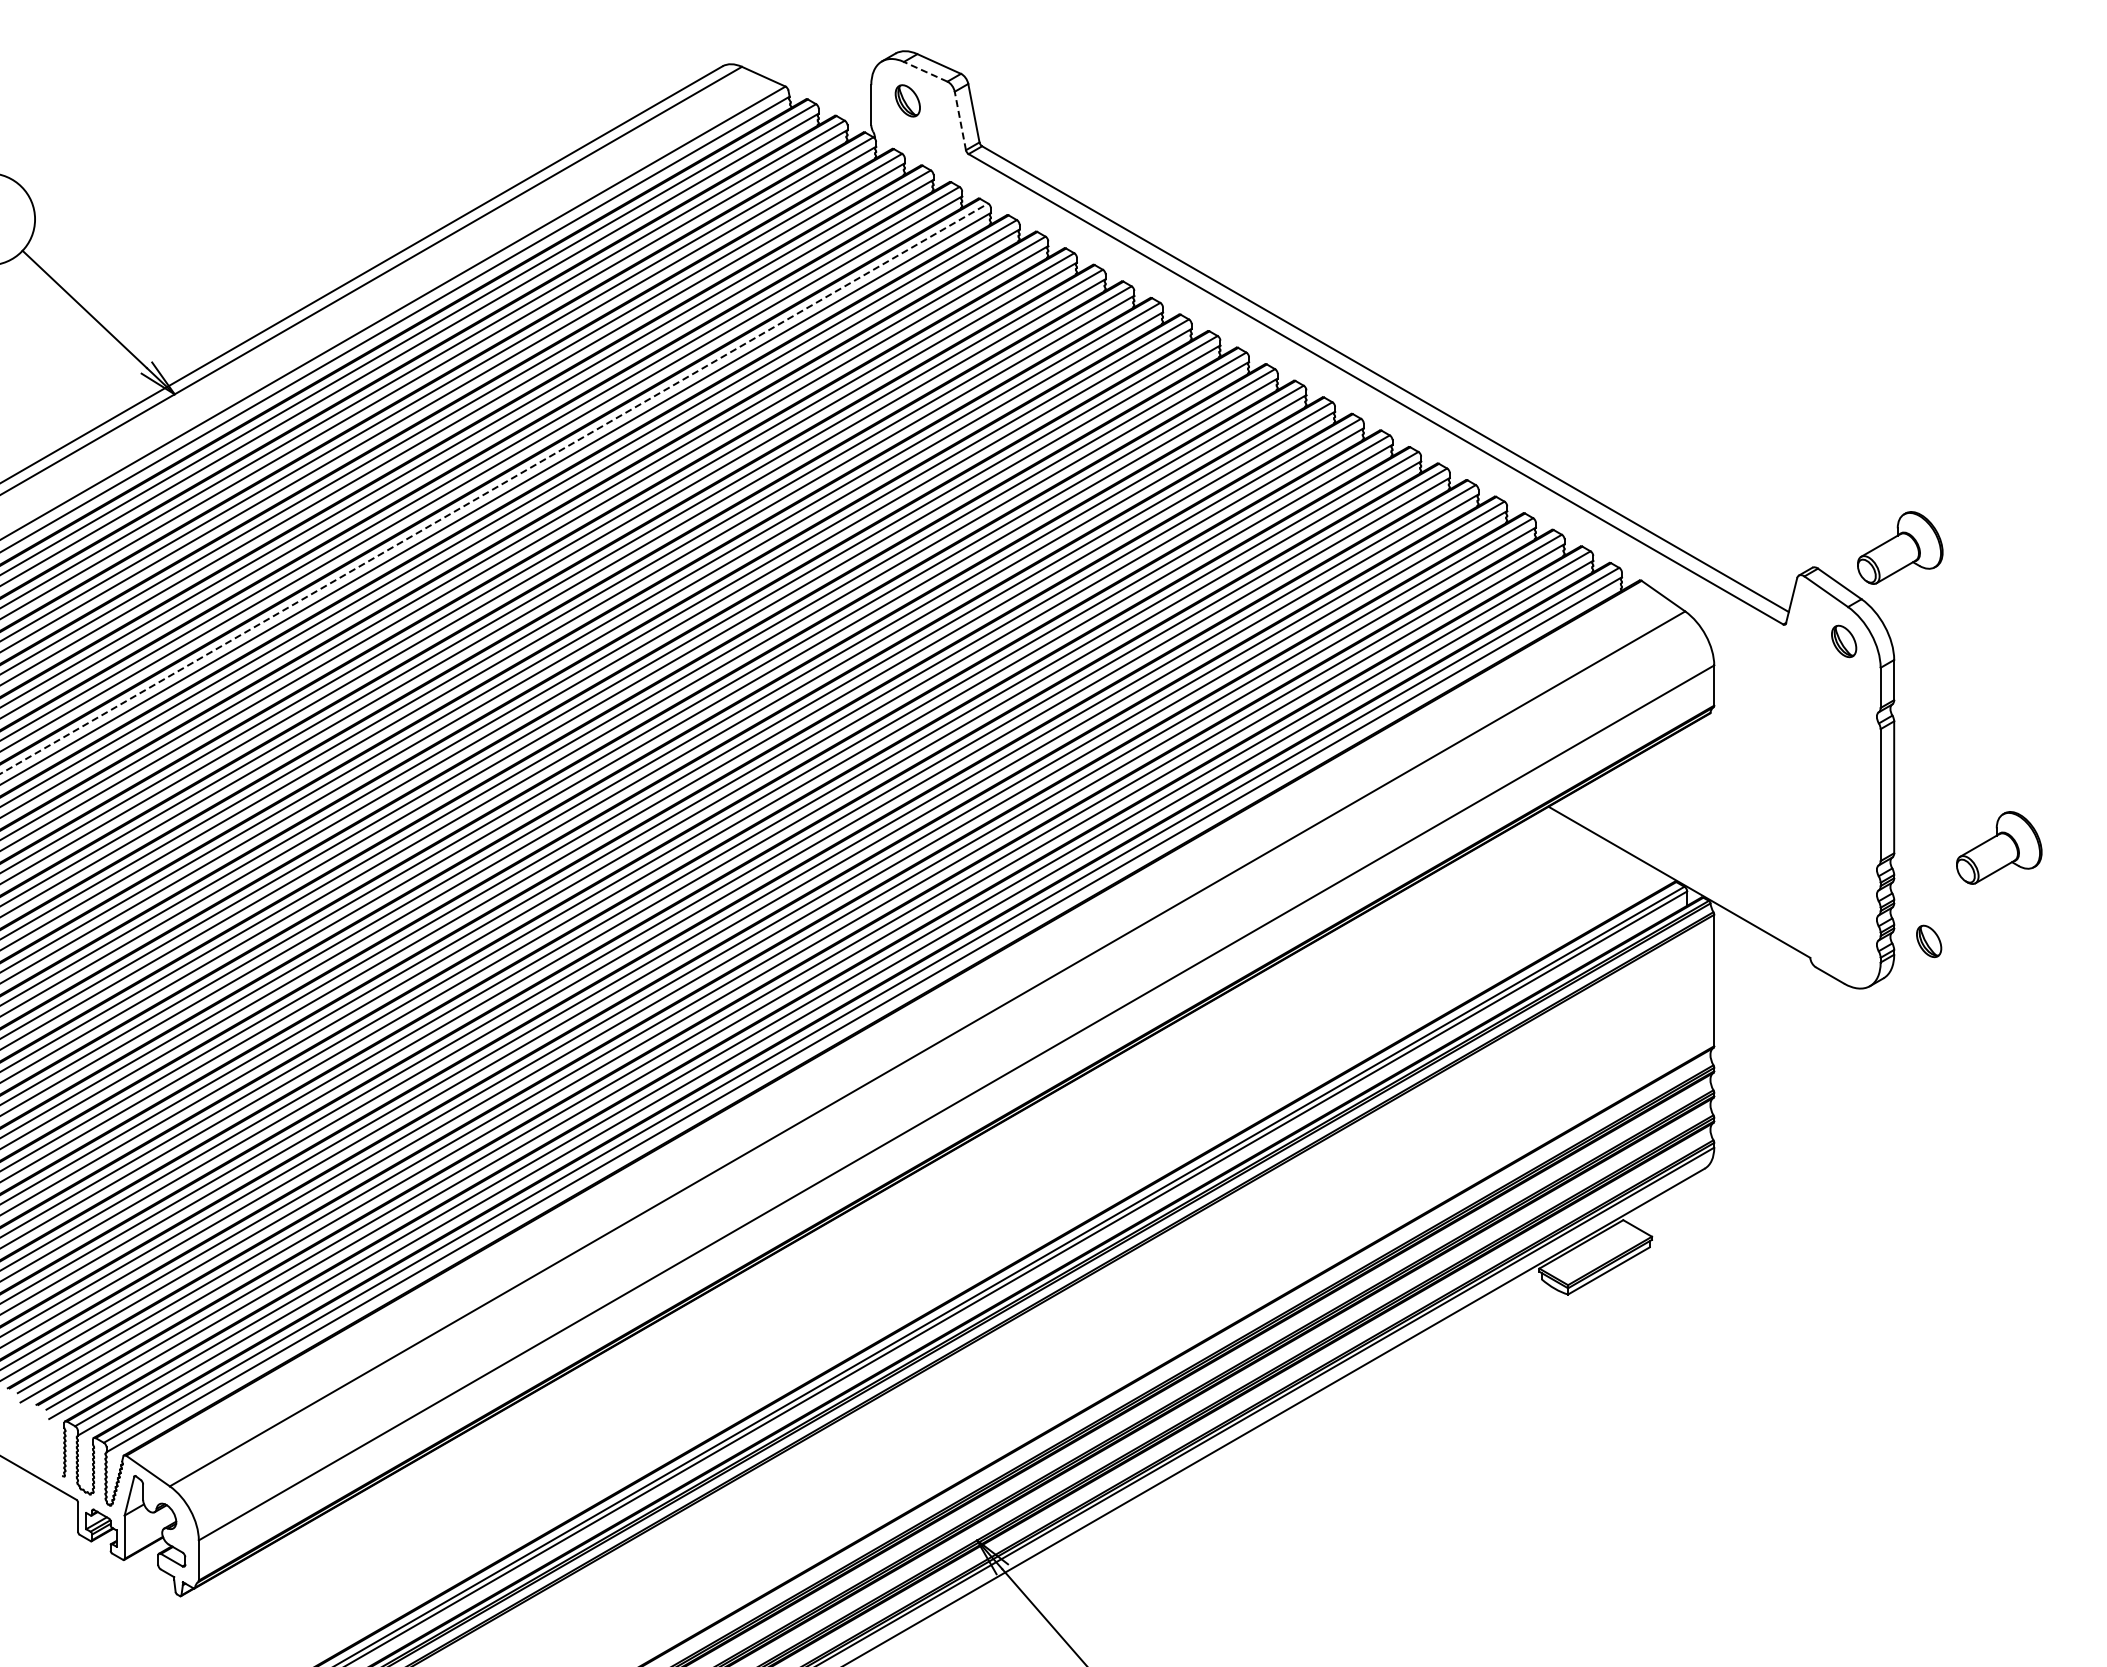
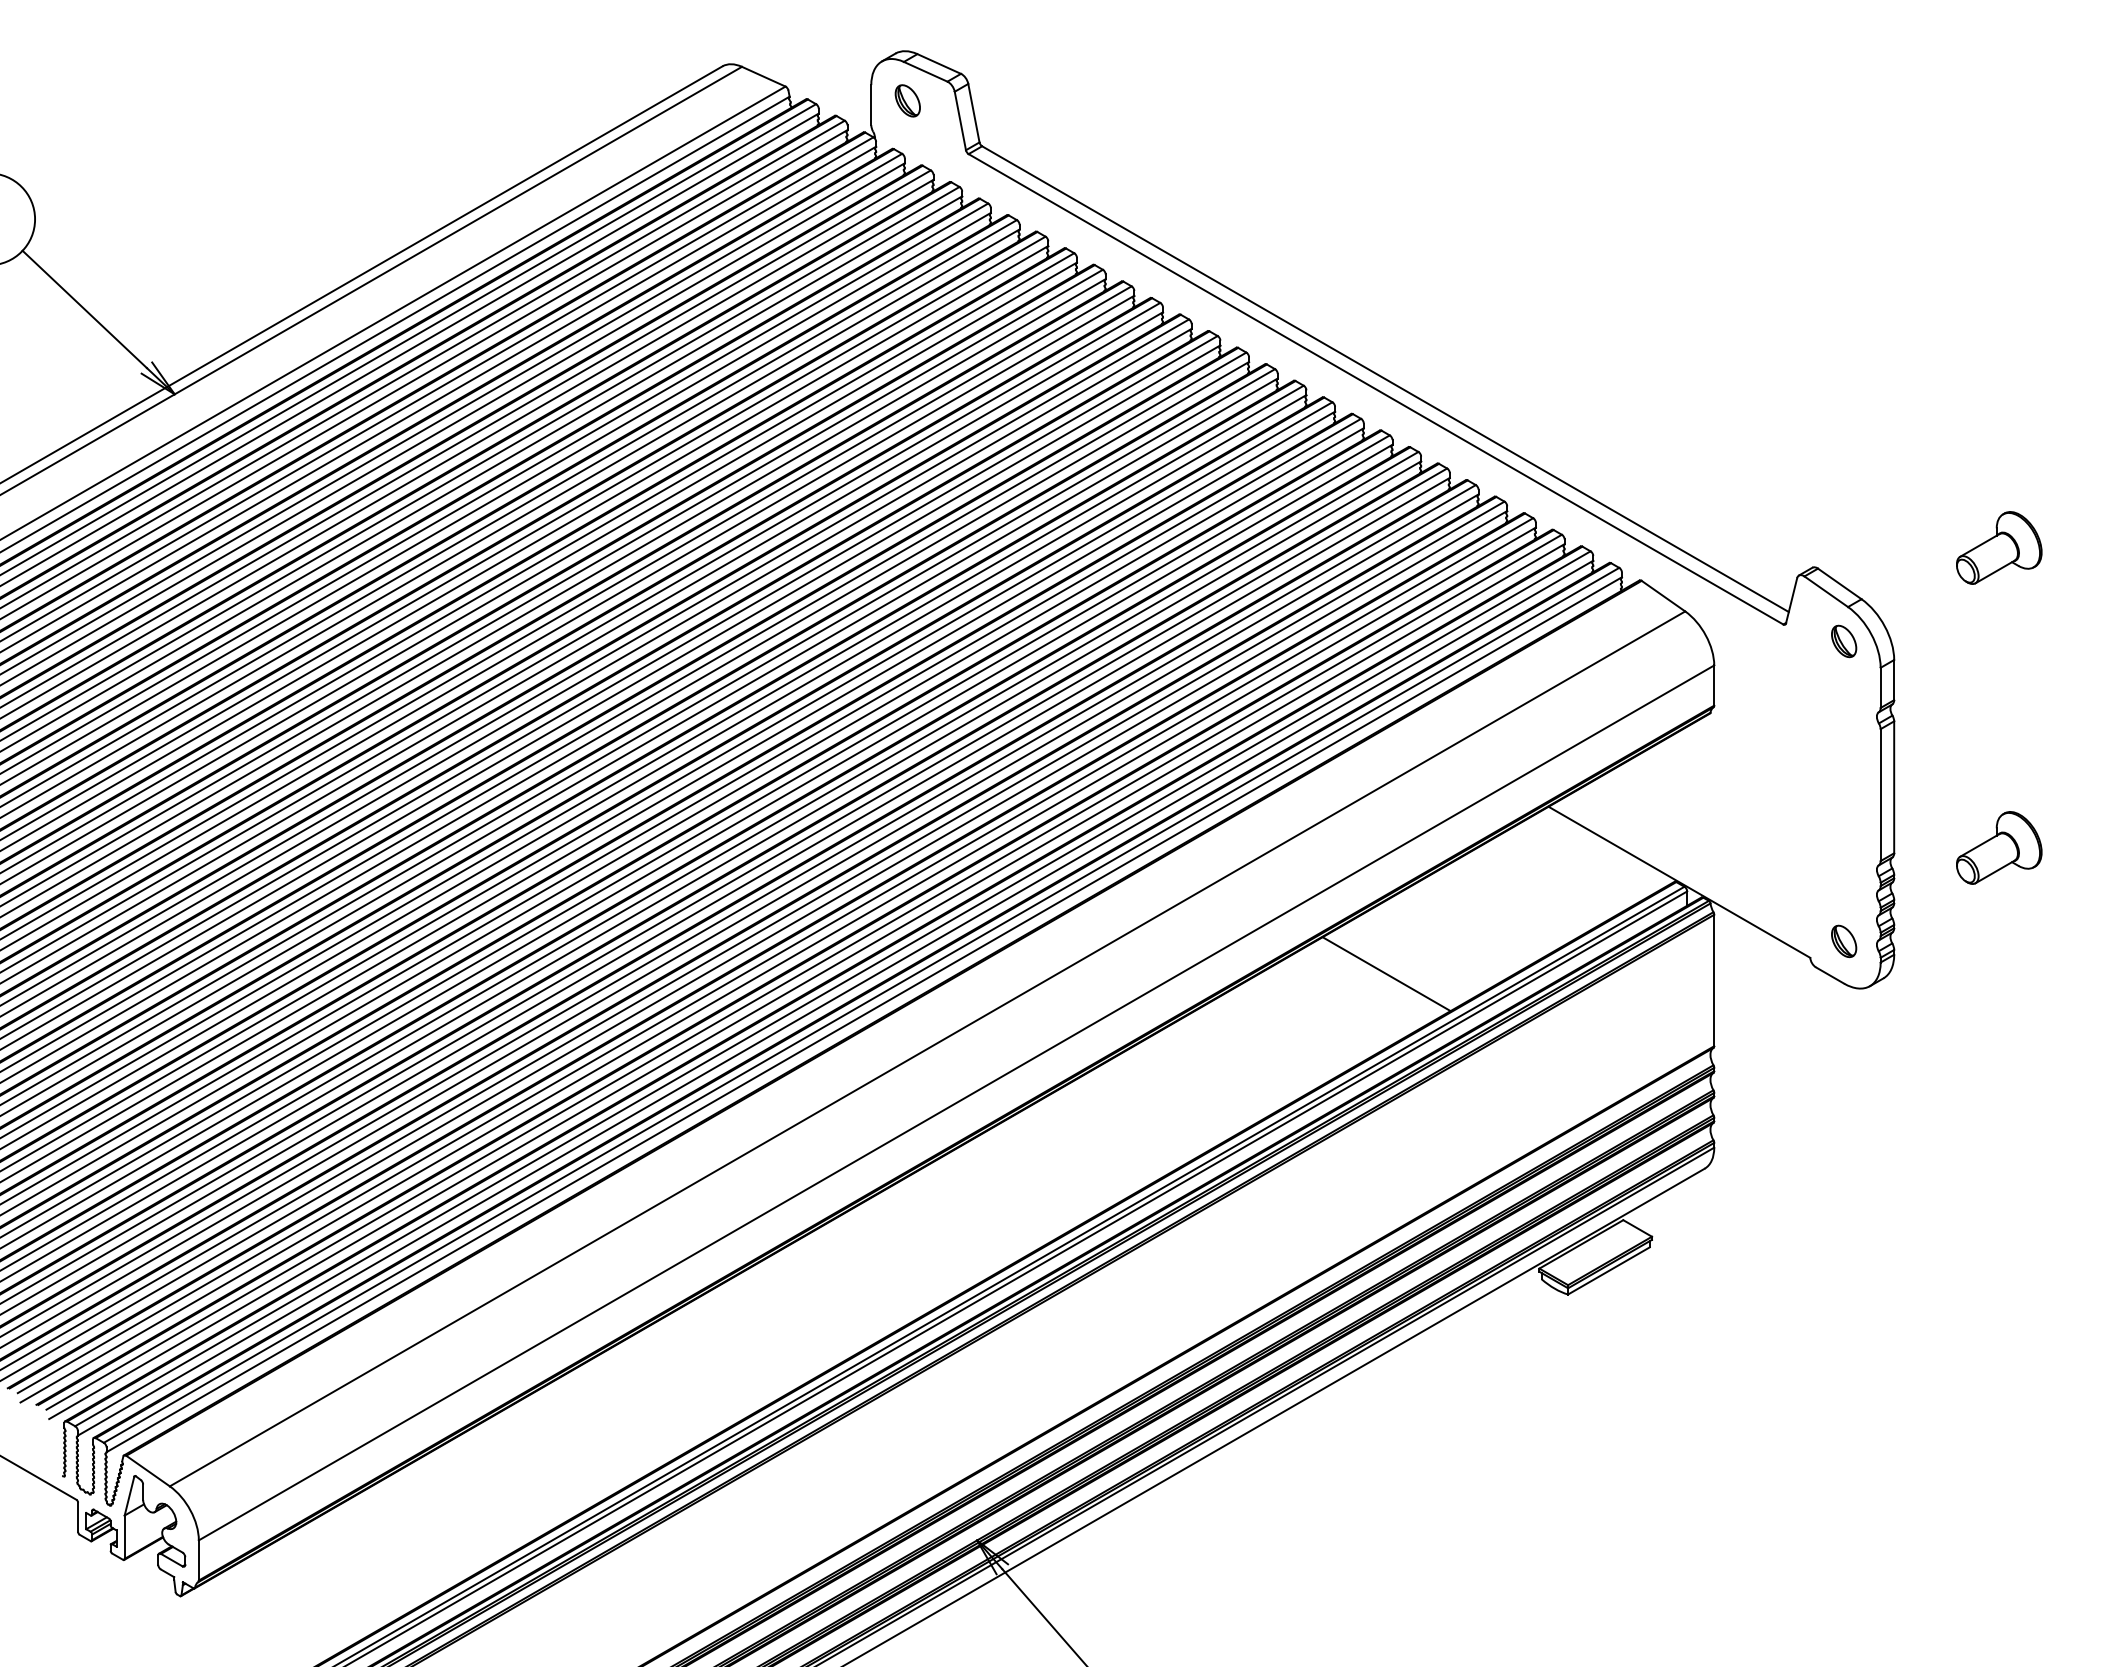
line at (925, 71): dashed -> solid
line at (960, 120): dashed -> solid
line at (494, 488): dashed -> solid
part at (1900, 547) position: (1900, 547) -> (1999, 547)
part at (1929, 941) position: (1929, 941) -> (1844, 941)
line at (1386, 974): none -> present
